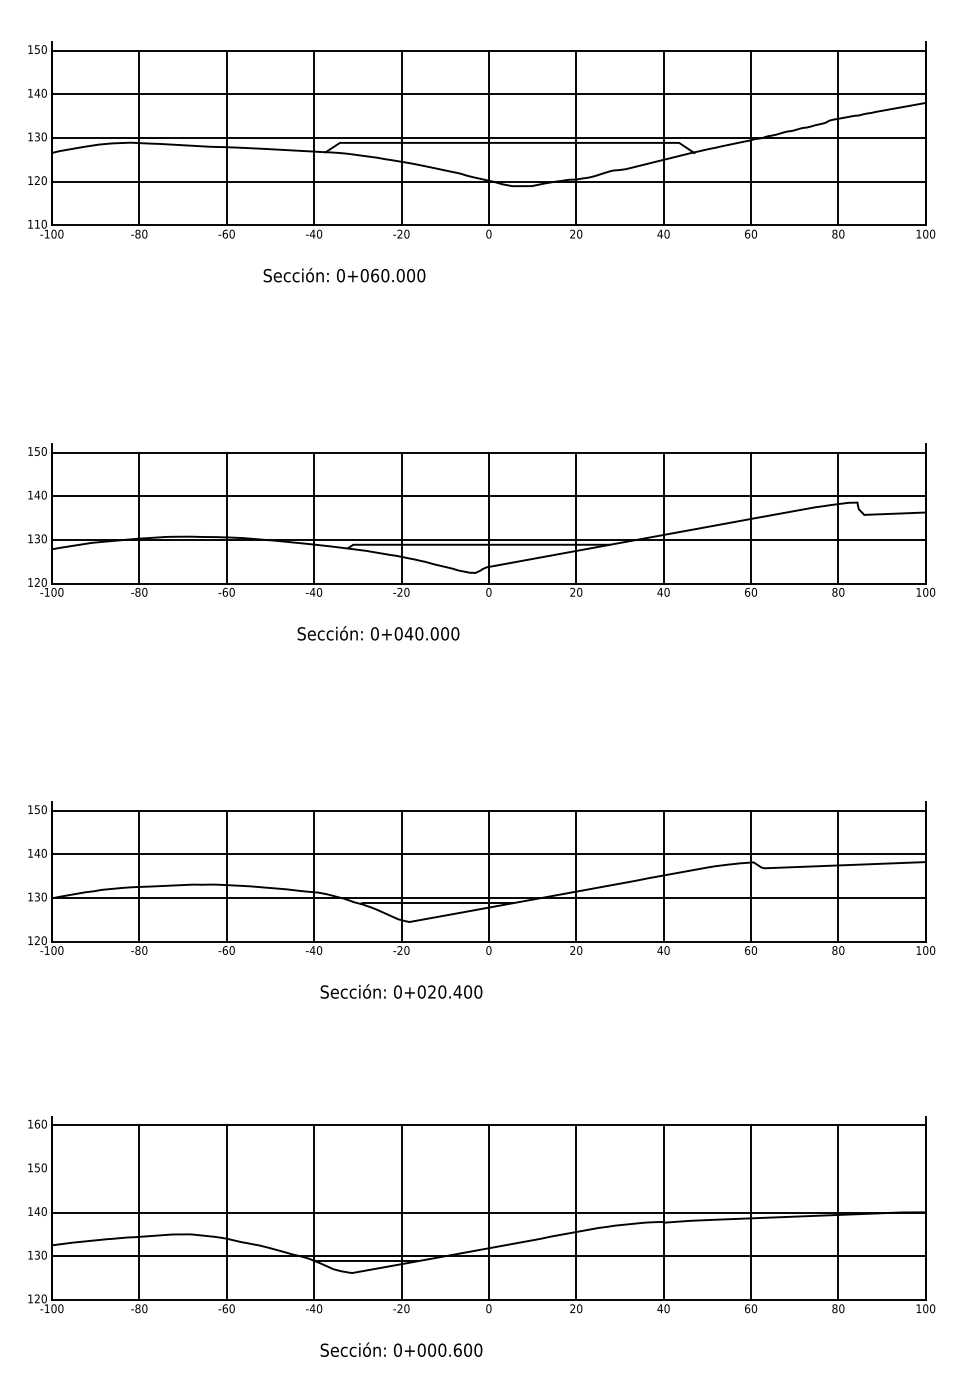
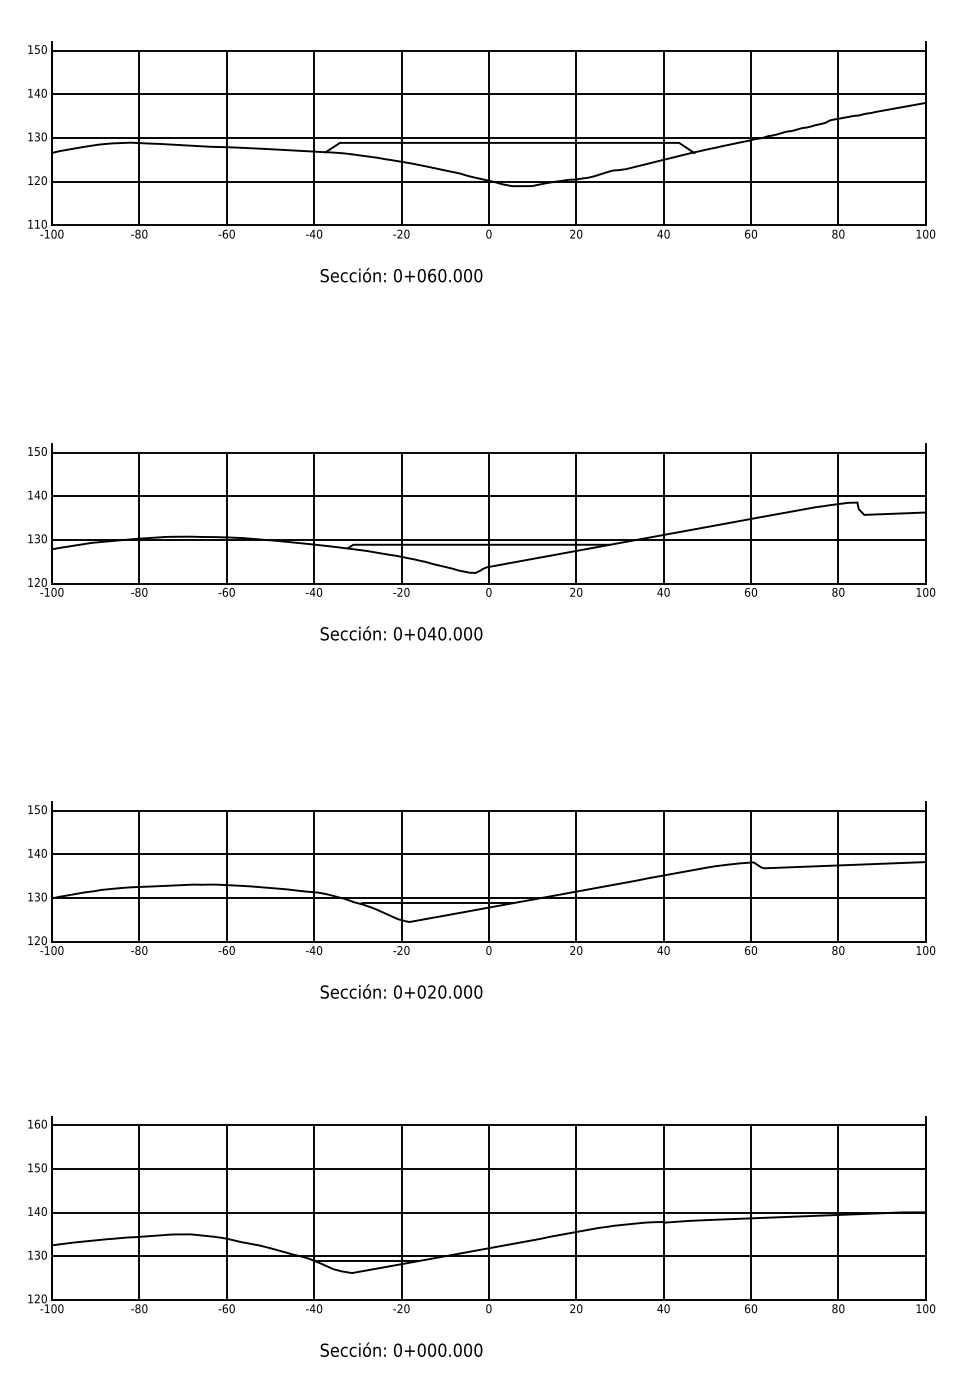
text at (344, 274) position: (344, 274) -> (401, 274)
text at (378, 633) position: (378, 633) -> (401, 633)
text at (457, 991): 0+020.400 -> 0+020.000
line at (488, 1168): none -> present
text at (457, 1349): 0+000.600 -> 0+000.000
